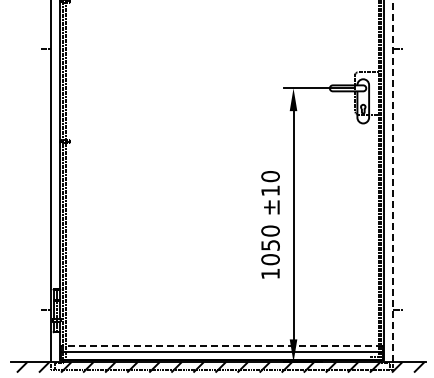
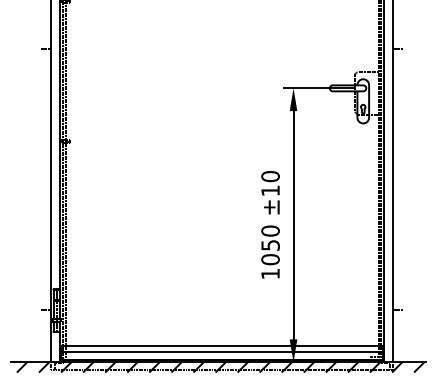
line at (393, 181): dashed -> solid
line at (222, 345): dashed -> solid
